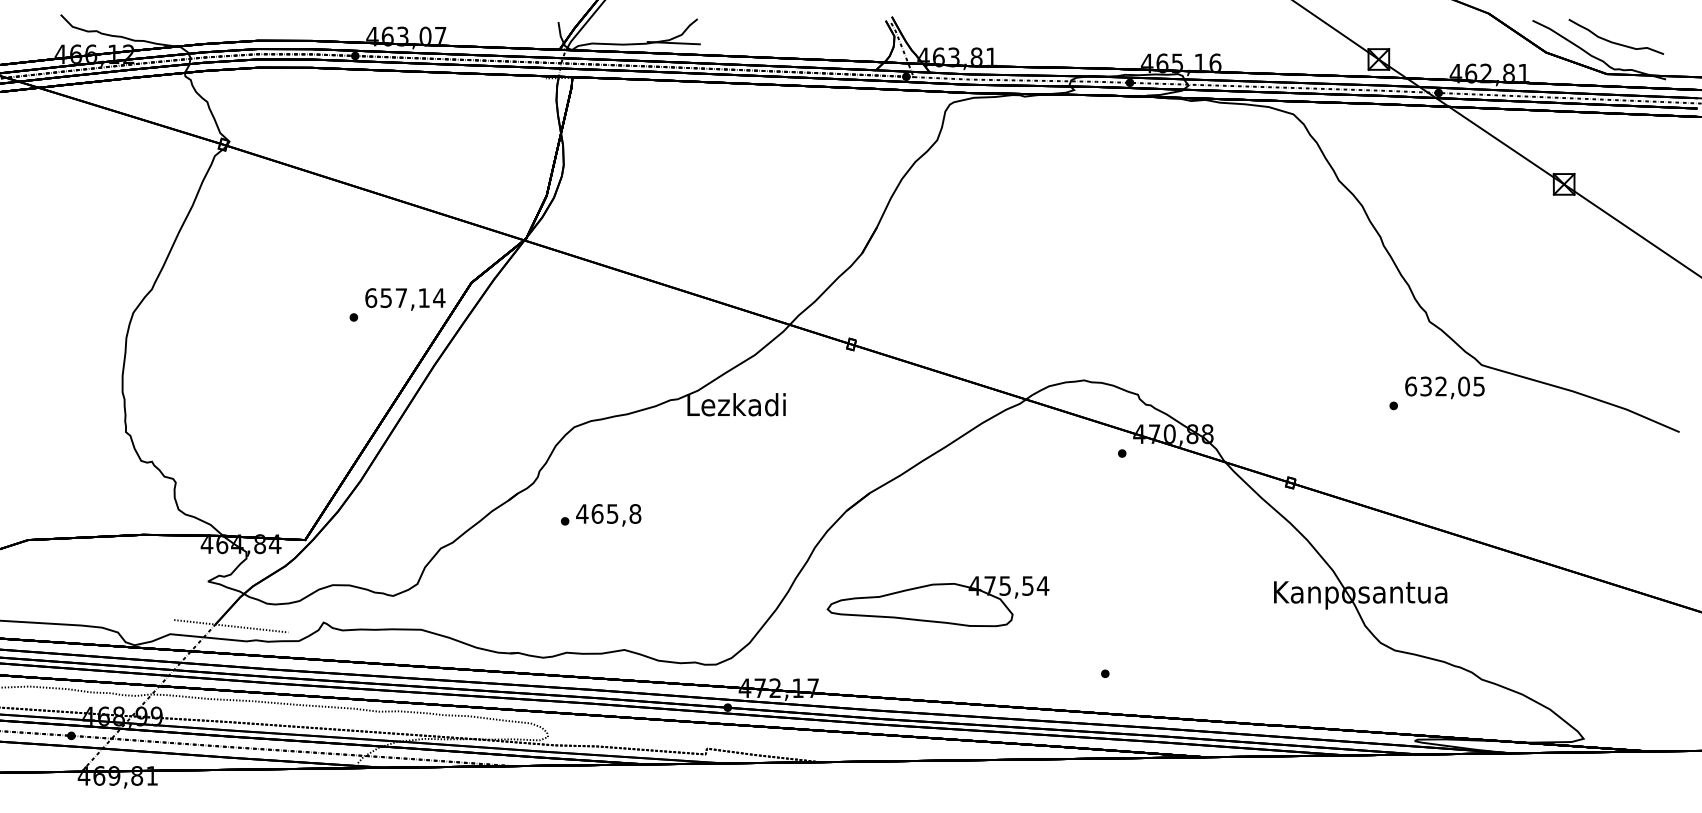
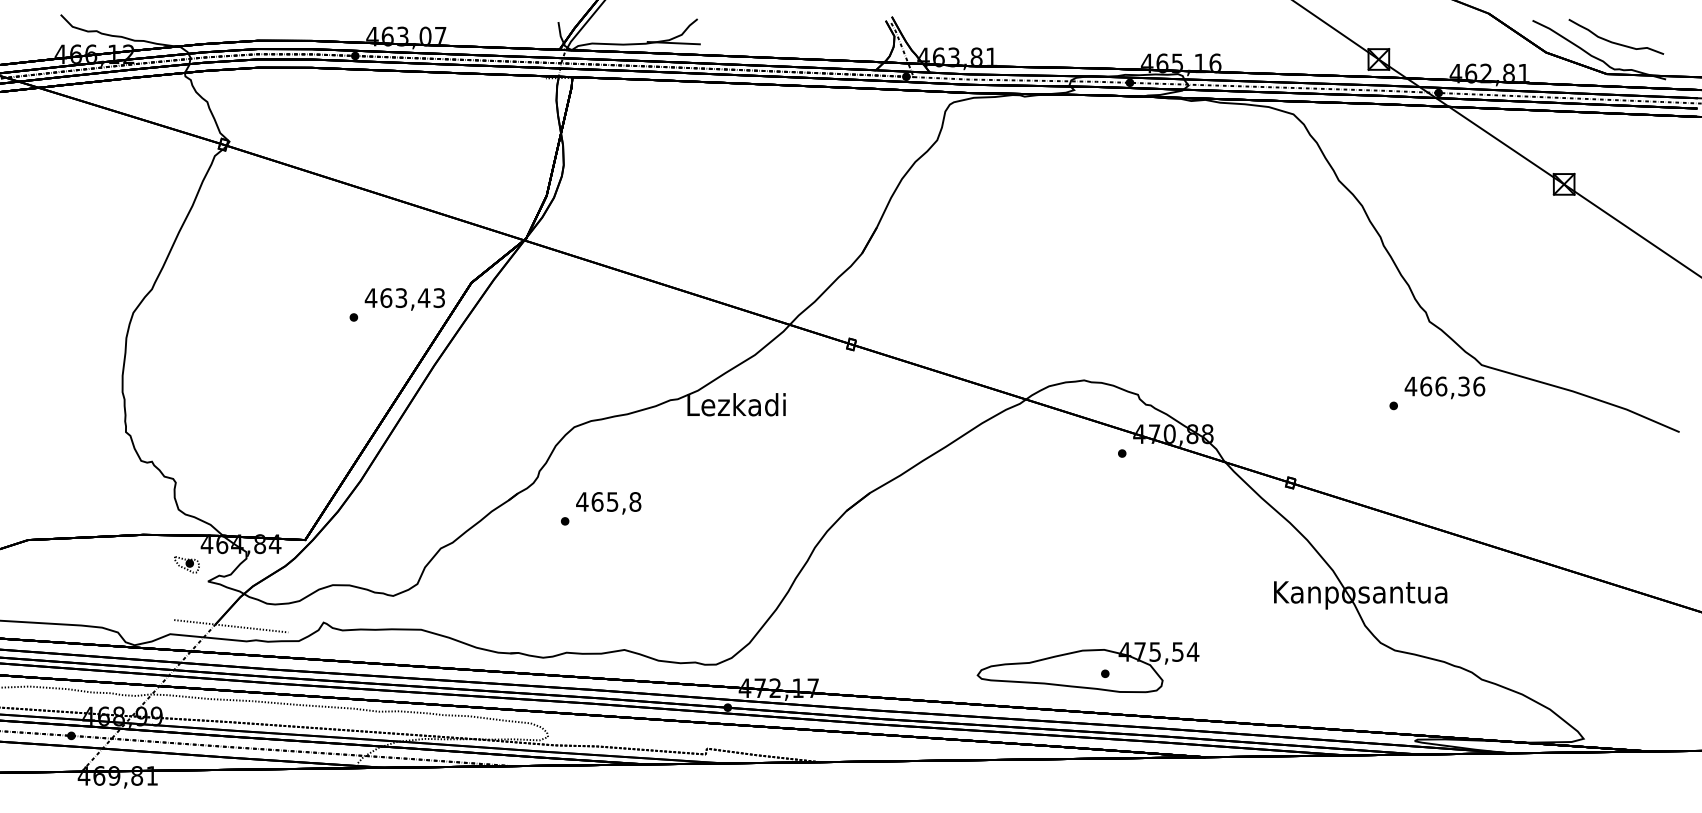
text at (404, 298): 657,14 -> 463,43
text at (1444, 386): 632,05 -> 466,36
text at (608, 515) position: (608, 515) -> (608, 503)
part at (186, 564): none -> present
part at (937, 601) position: (937, 601) -> (1087, 667)
